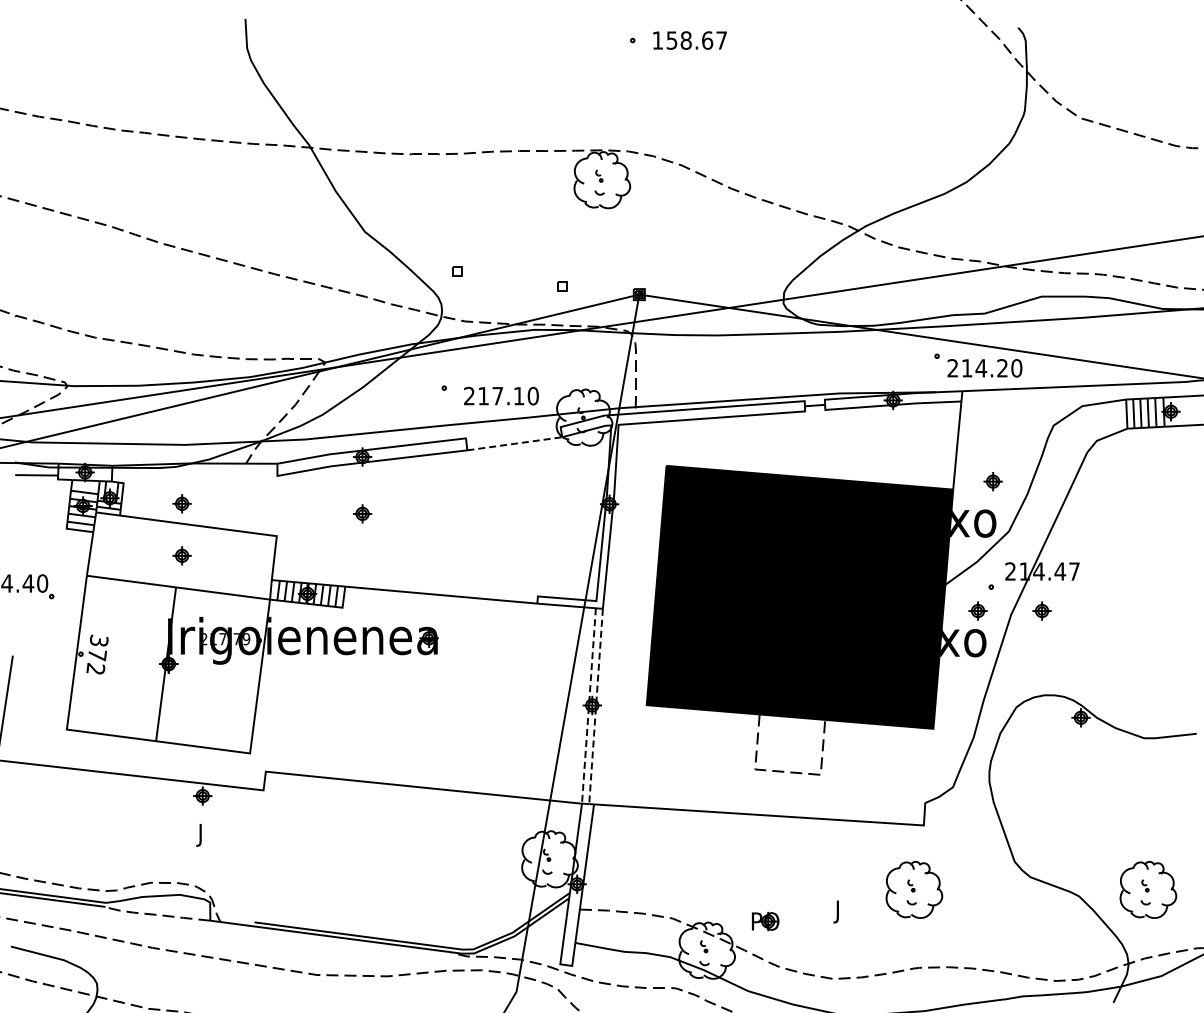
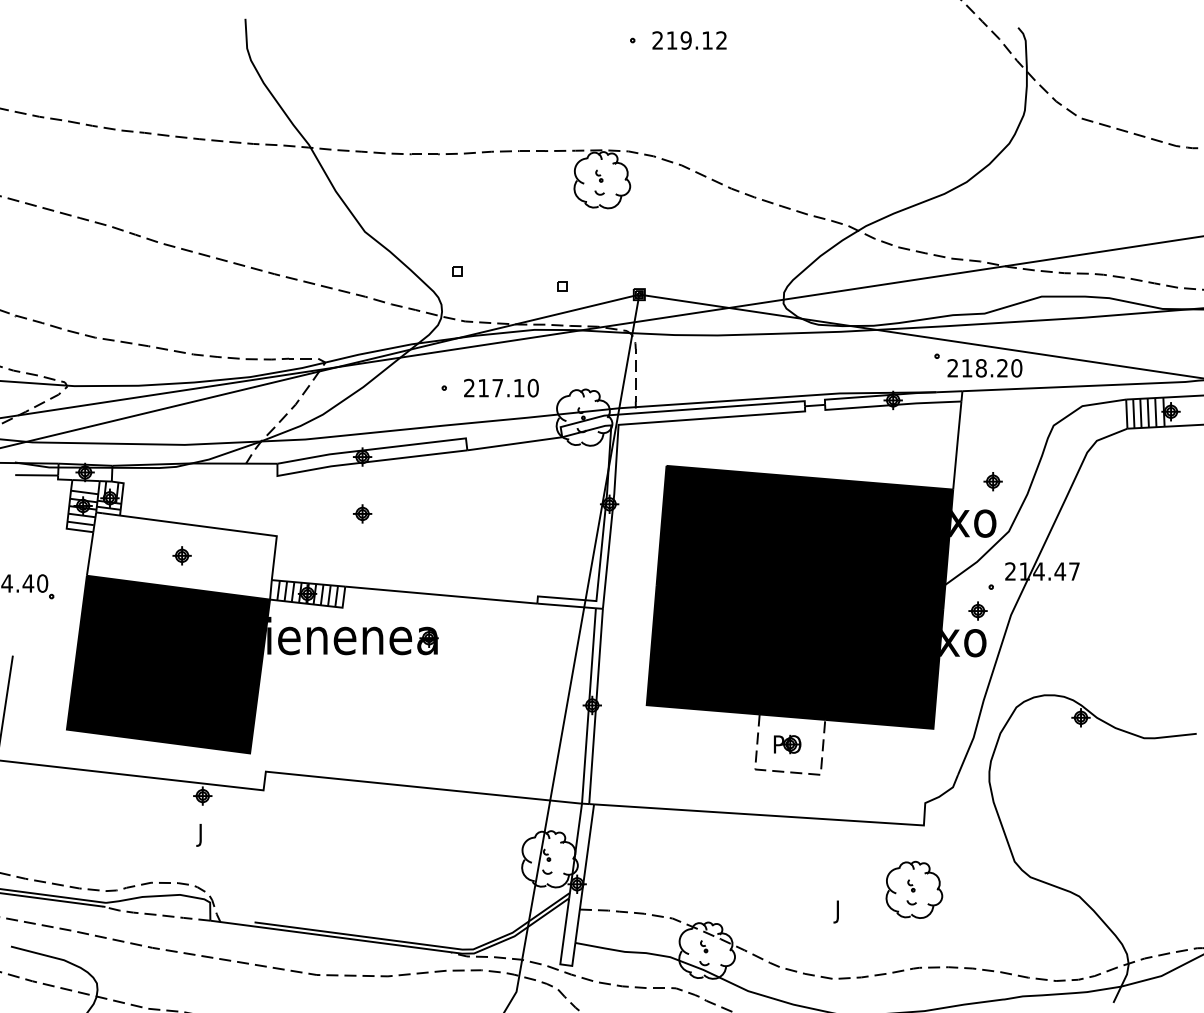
text at (689, 40): 158.67 -> 219.12
text at (981, 368): 214.20 -> 218.20
text at (501, 395) position: (501, 395) -> (501, 387)
line at (514, 443): dashed -> solid
part at (181, 503): present -> none
part at (1041, 610): present -> none
fill at (168, 664): none -> present
line at (588, 705): dashed -> solid
line at (596, 706): dashed -> solid
part at (1148, 889): present -> none
part at (765, 921) position: (765, 921) -> (787, 744)
